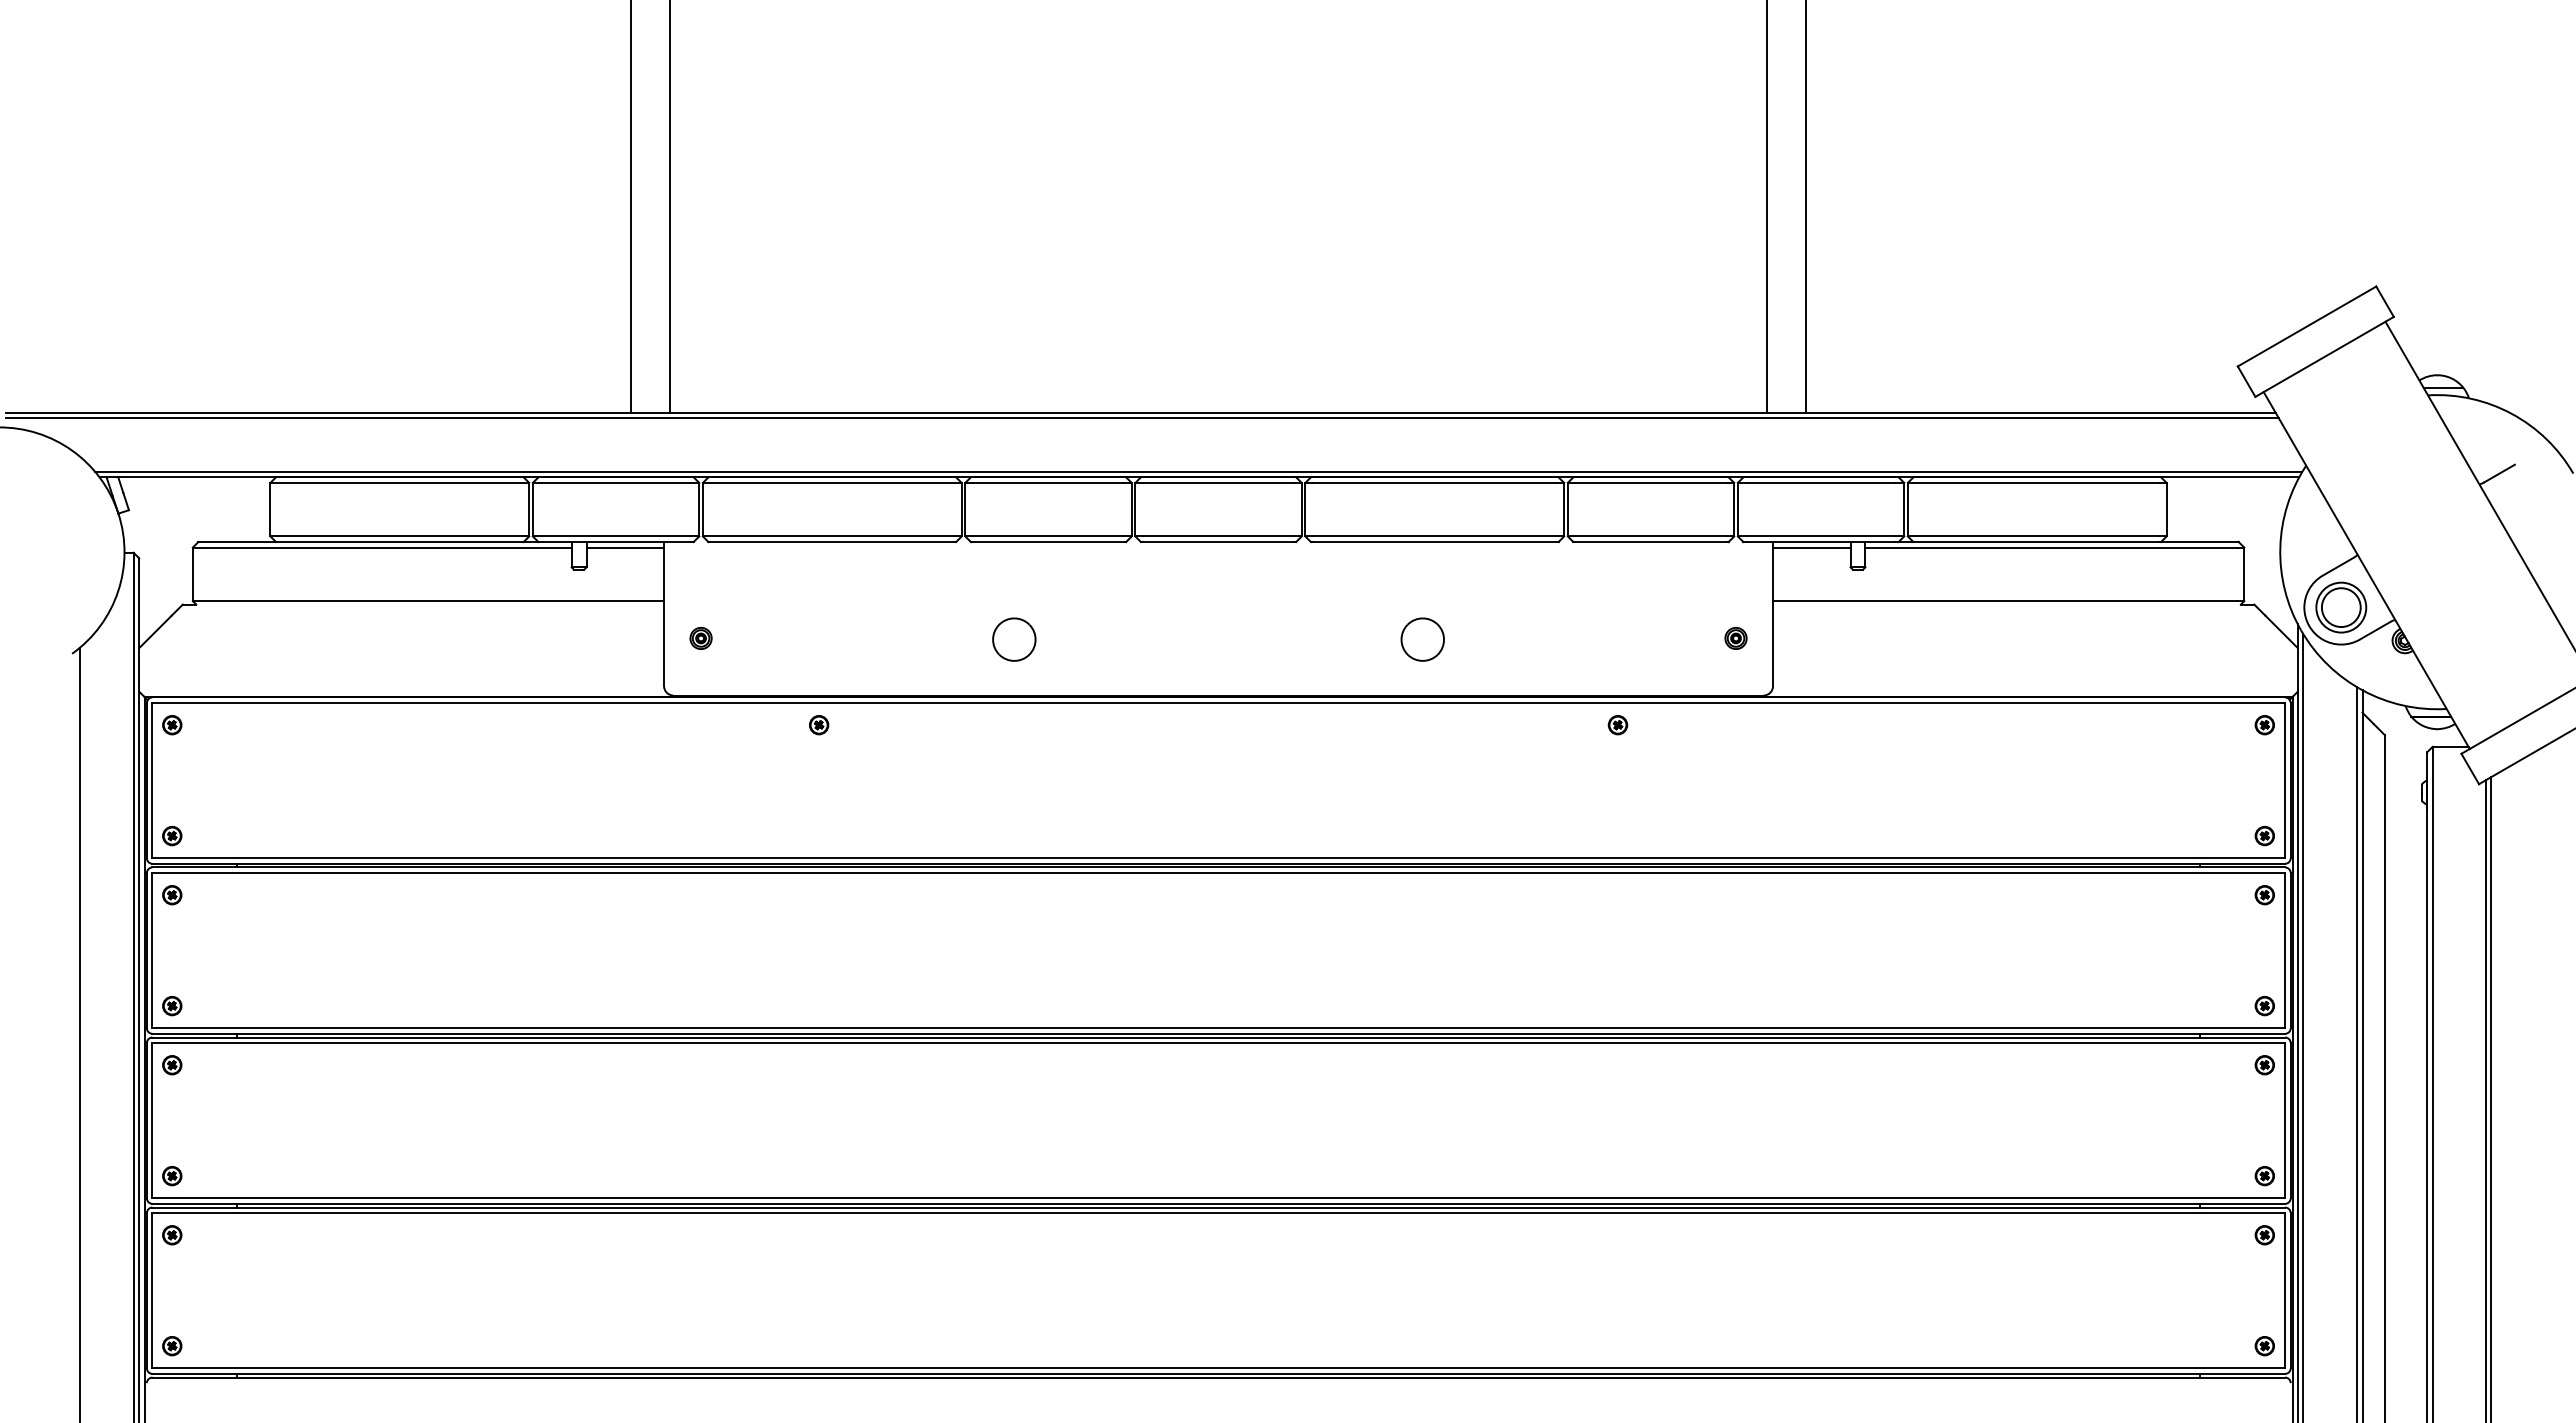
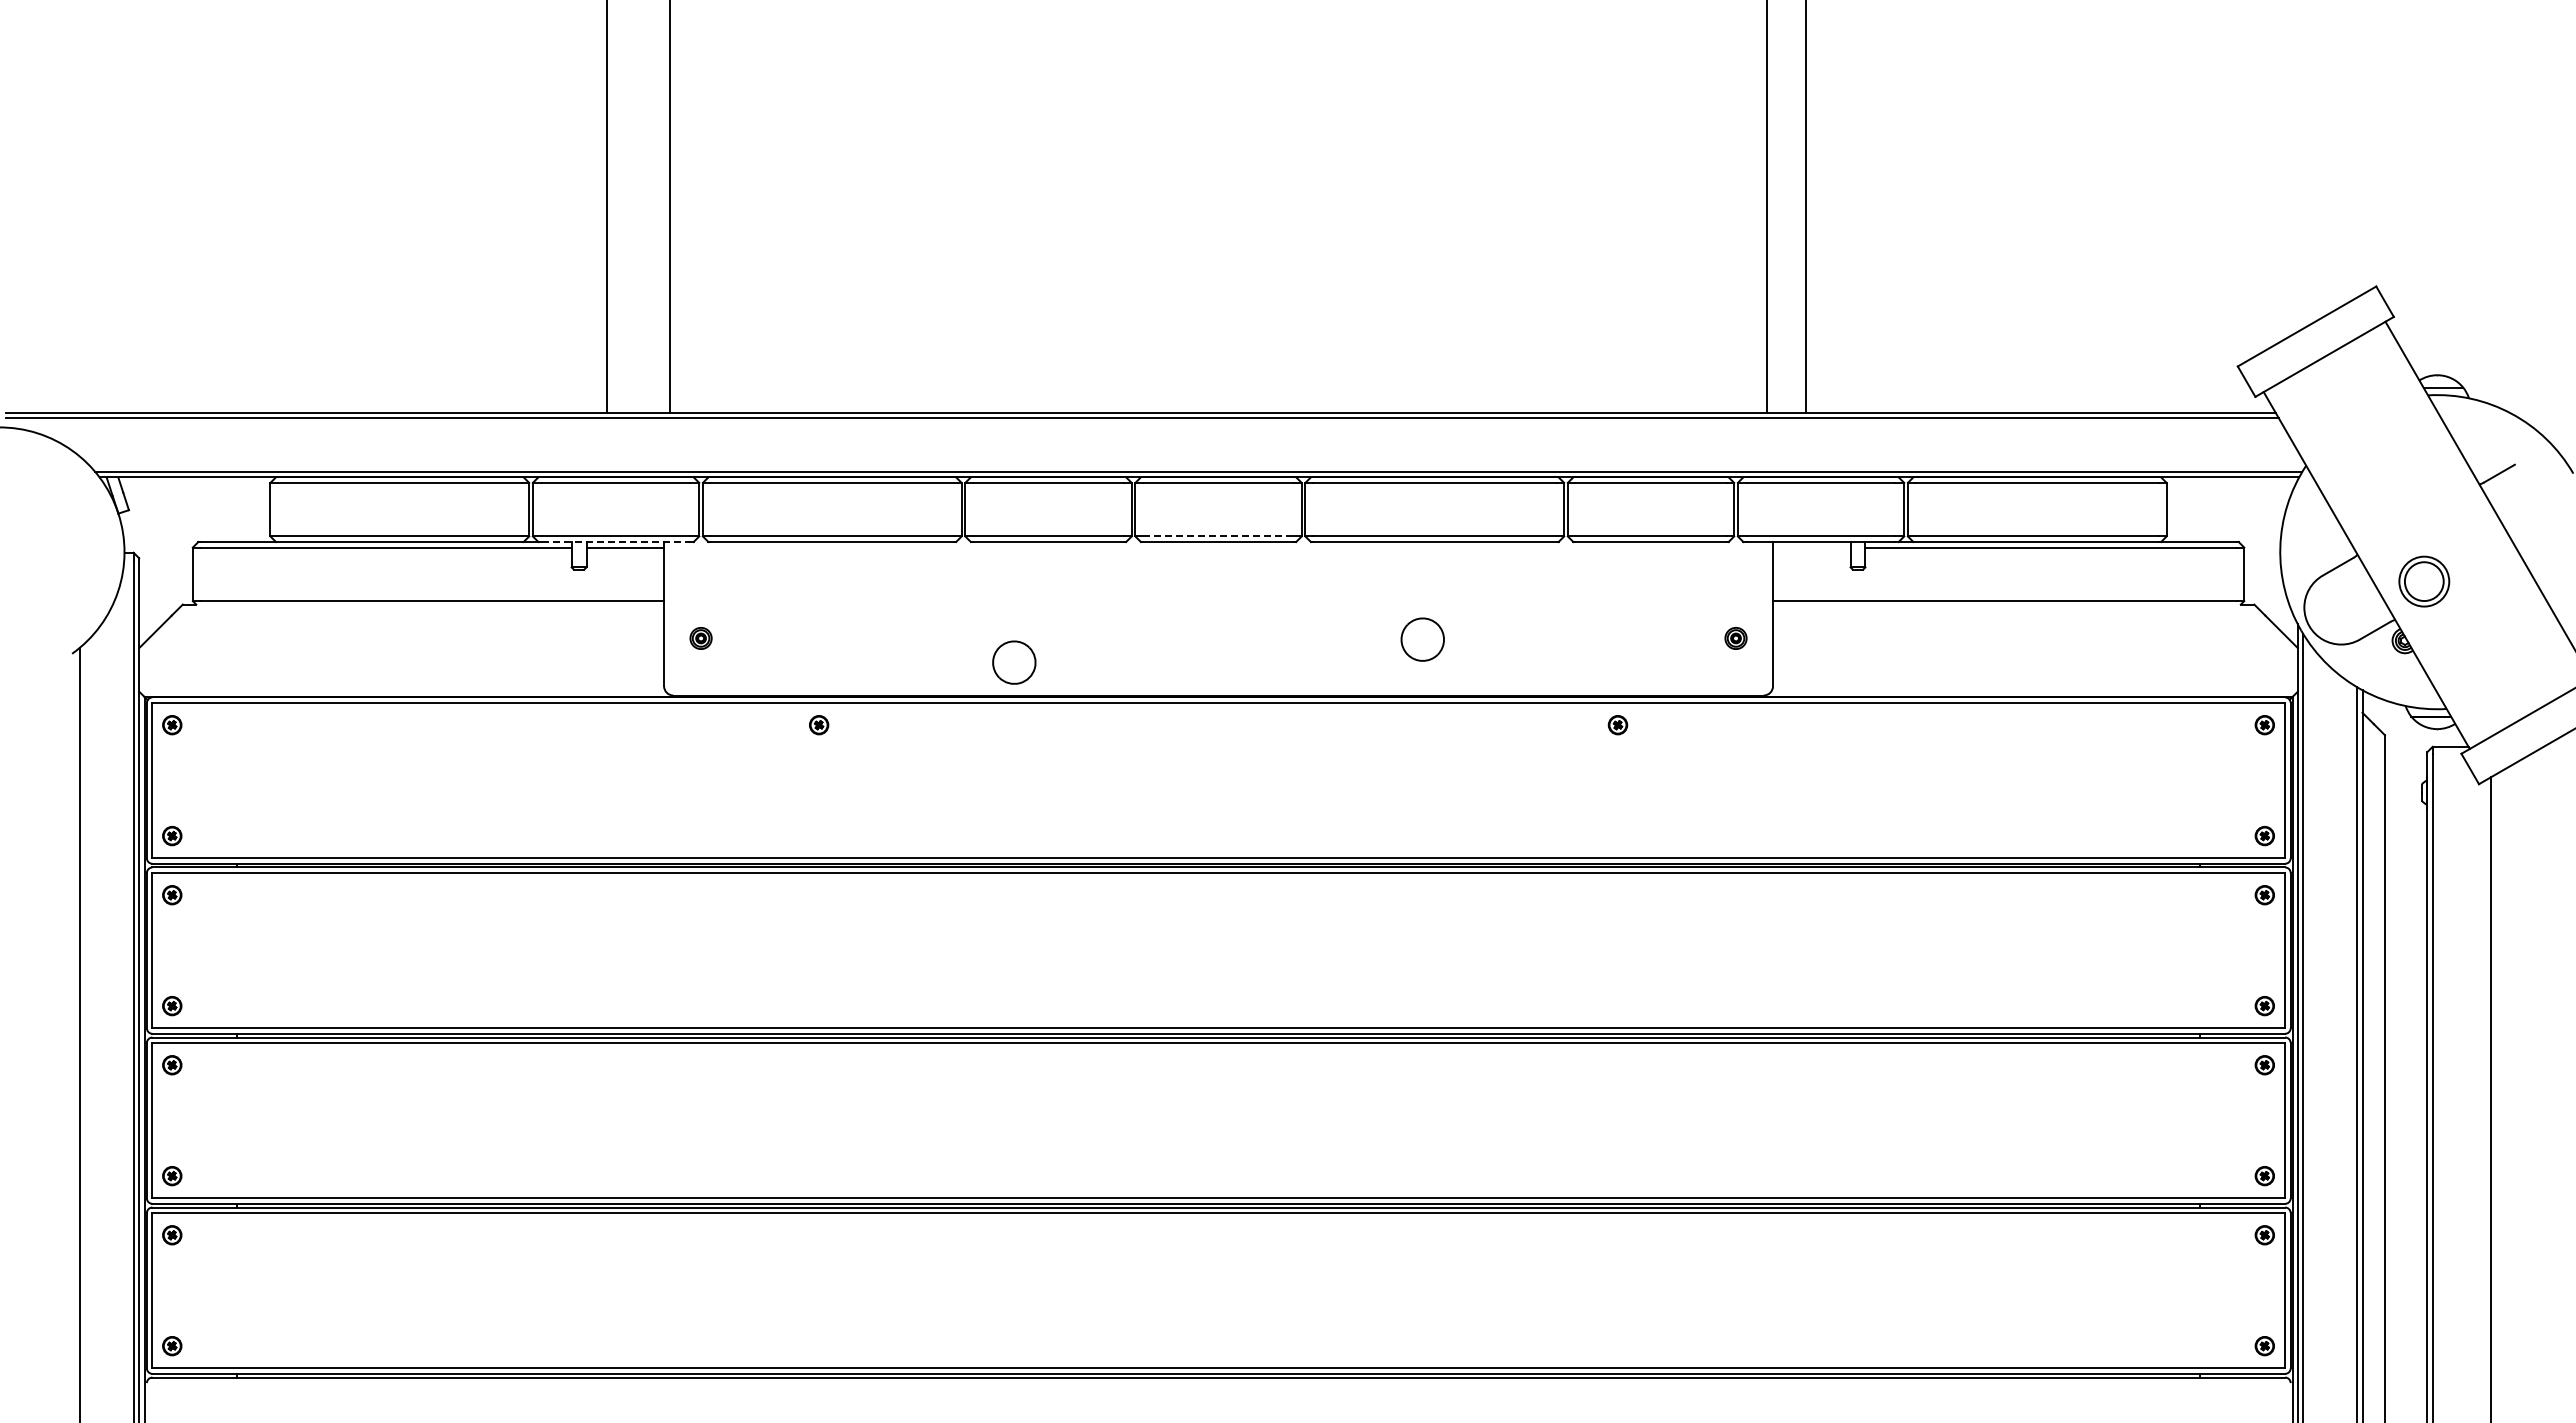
line at (630, 207) position: (630, 207) -> (606, 207)
line at (1218, 536): solid -> dashed
line at (616, 542): solid -> dashed
line at (1811, 547): present -> none
part at (2341, 607) position: (2341, 607) -> (2424, 581)
part at (1014, 639) position: (1014, 639) -> (1014, 662)
line at (2486, 1099): present -> none
